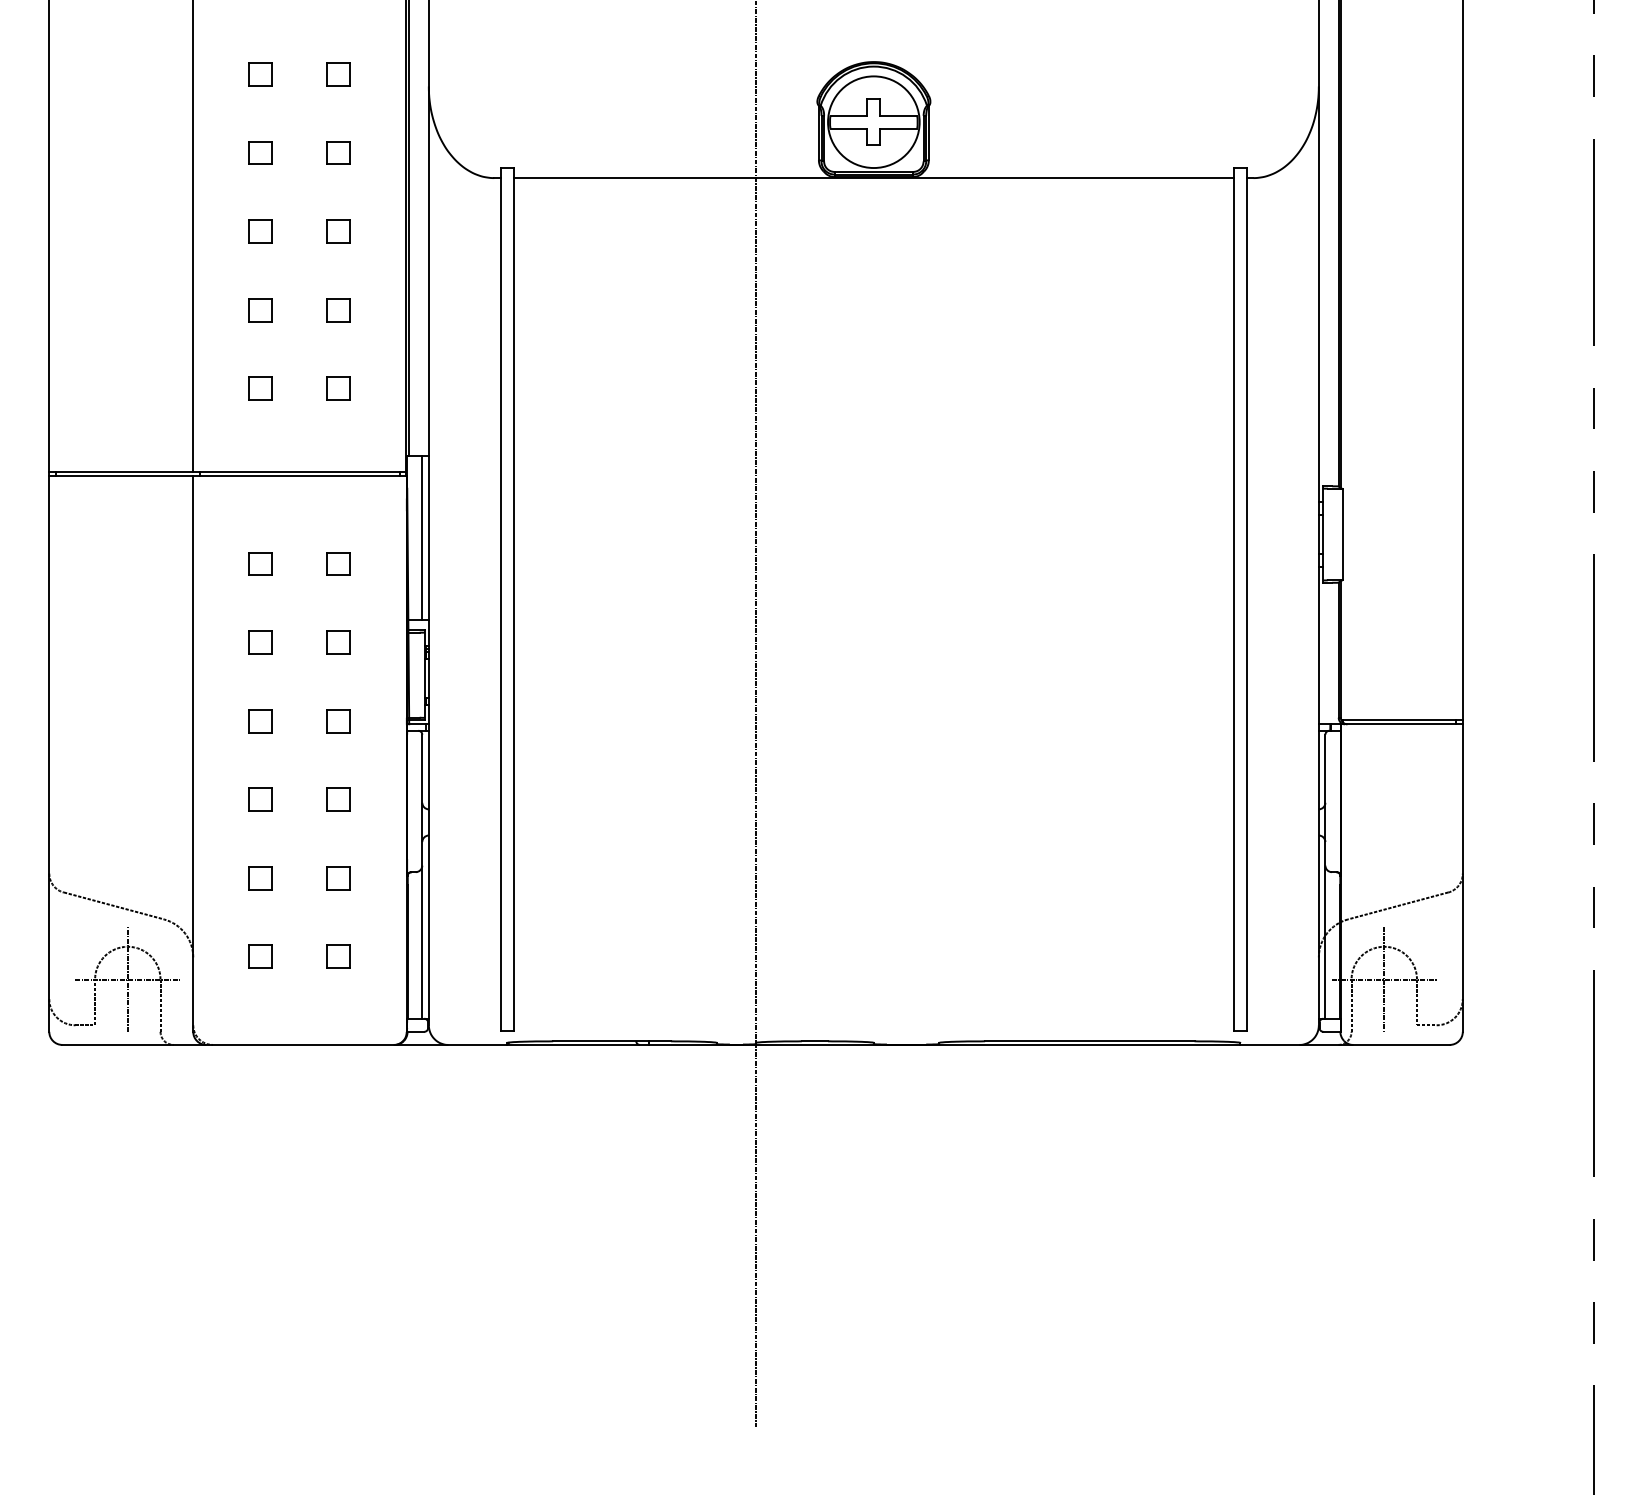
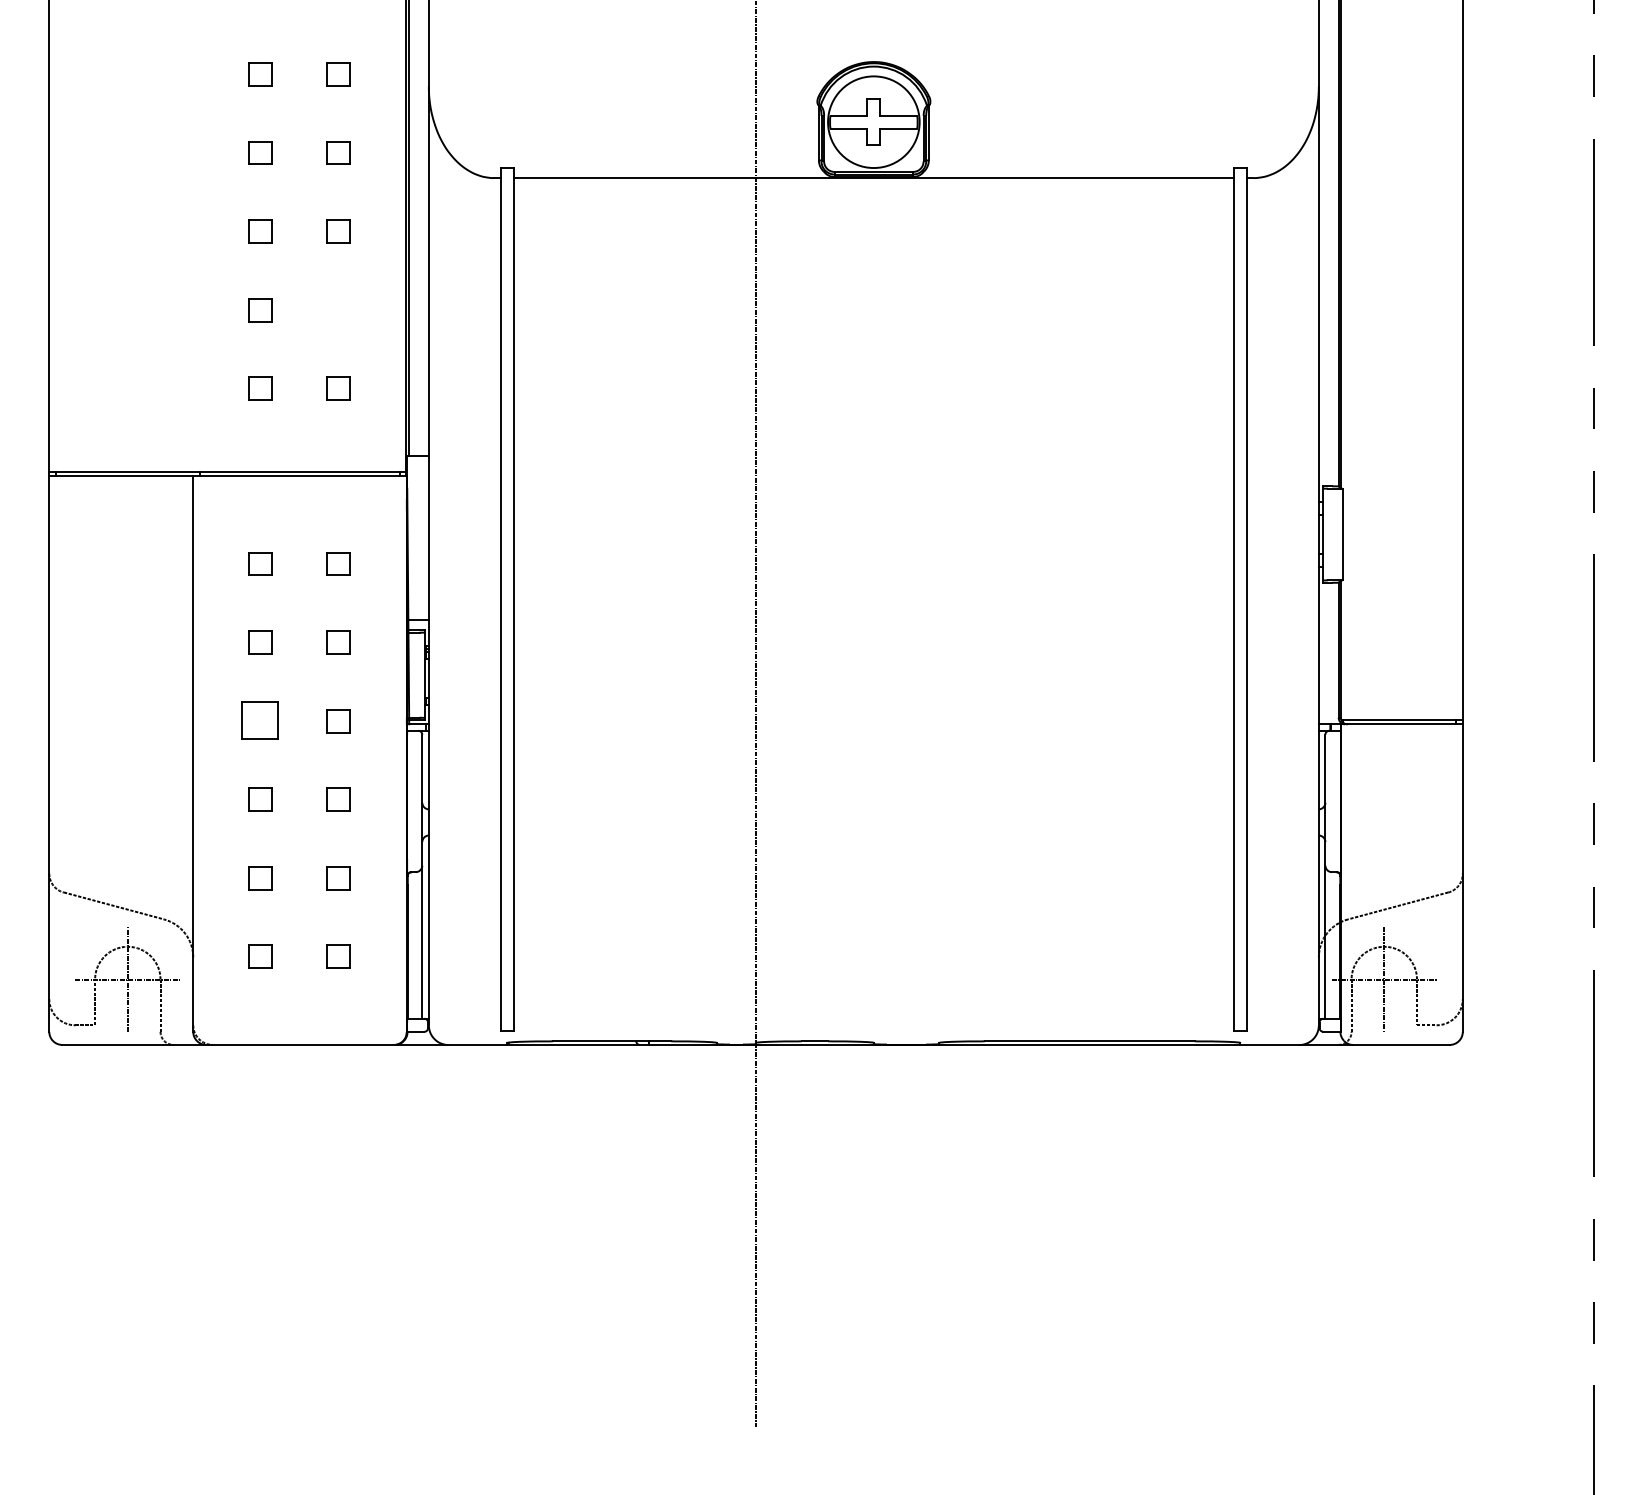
line at (193, 236): present -> none
part at (338, 310): present -> none
line at (422, 537): present -> none
part at (260, 721) size: 25x25 px -> 38x39 px
